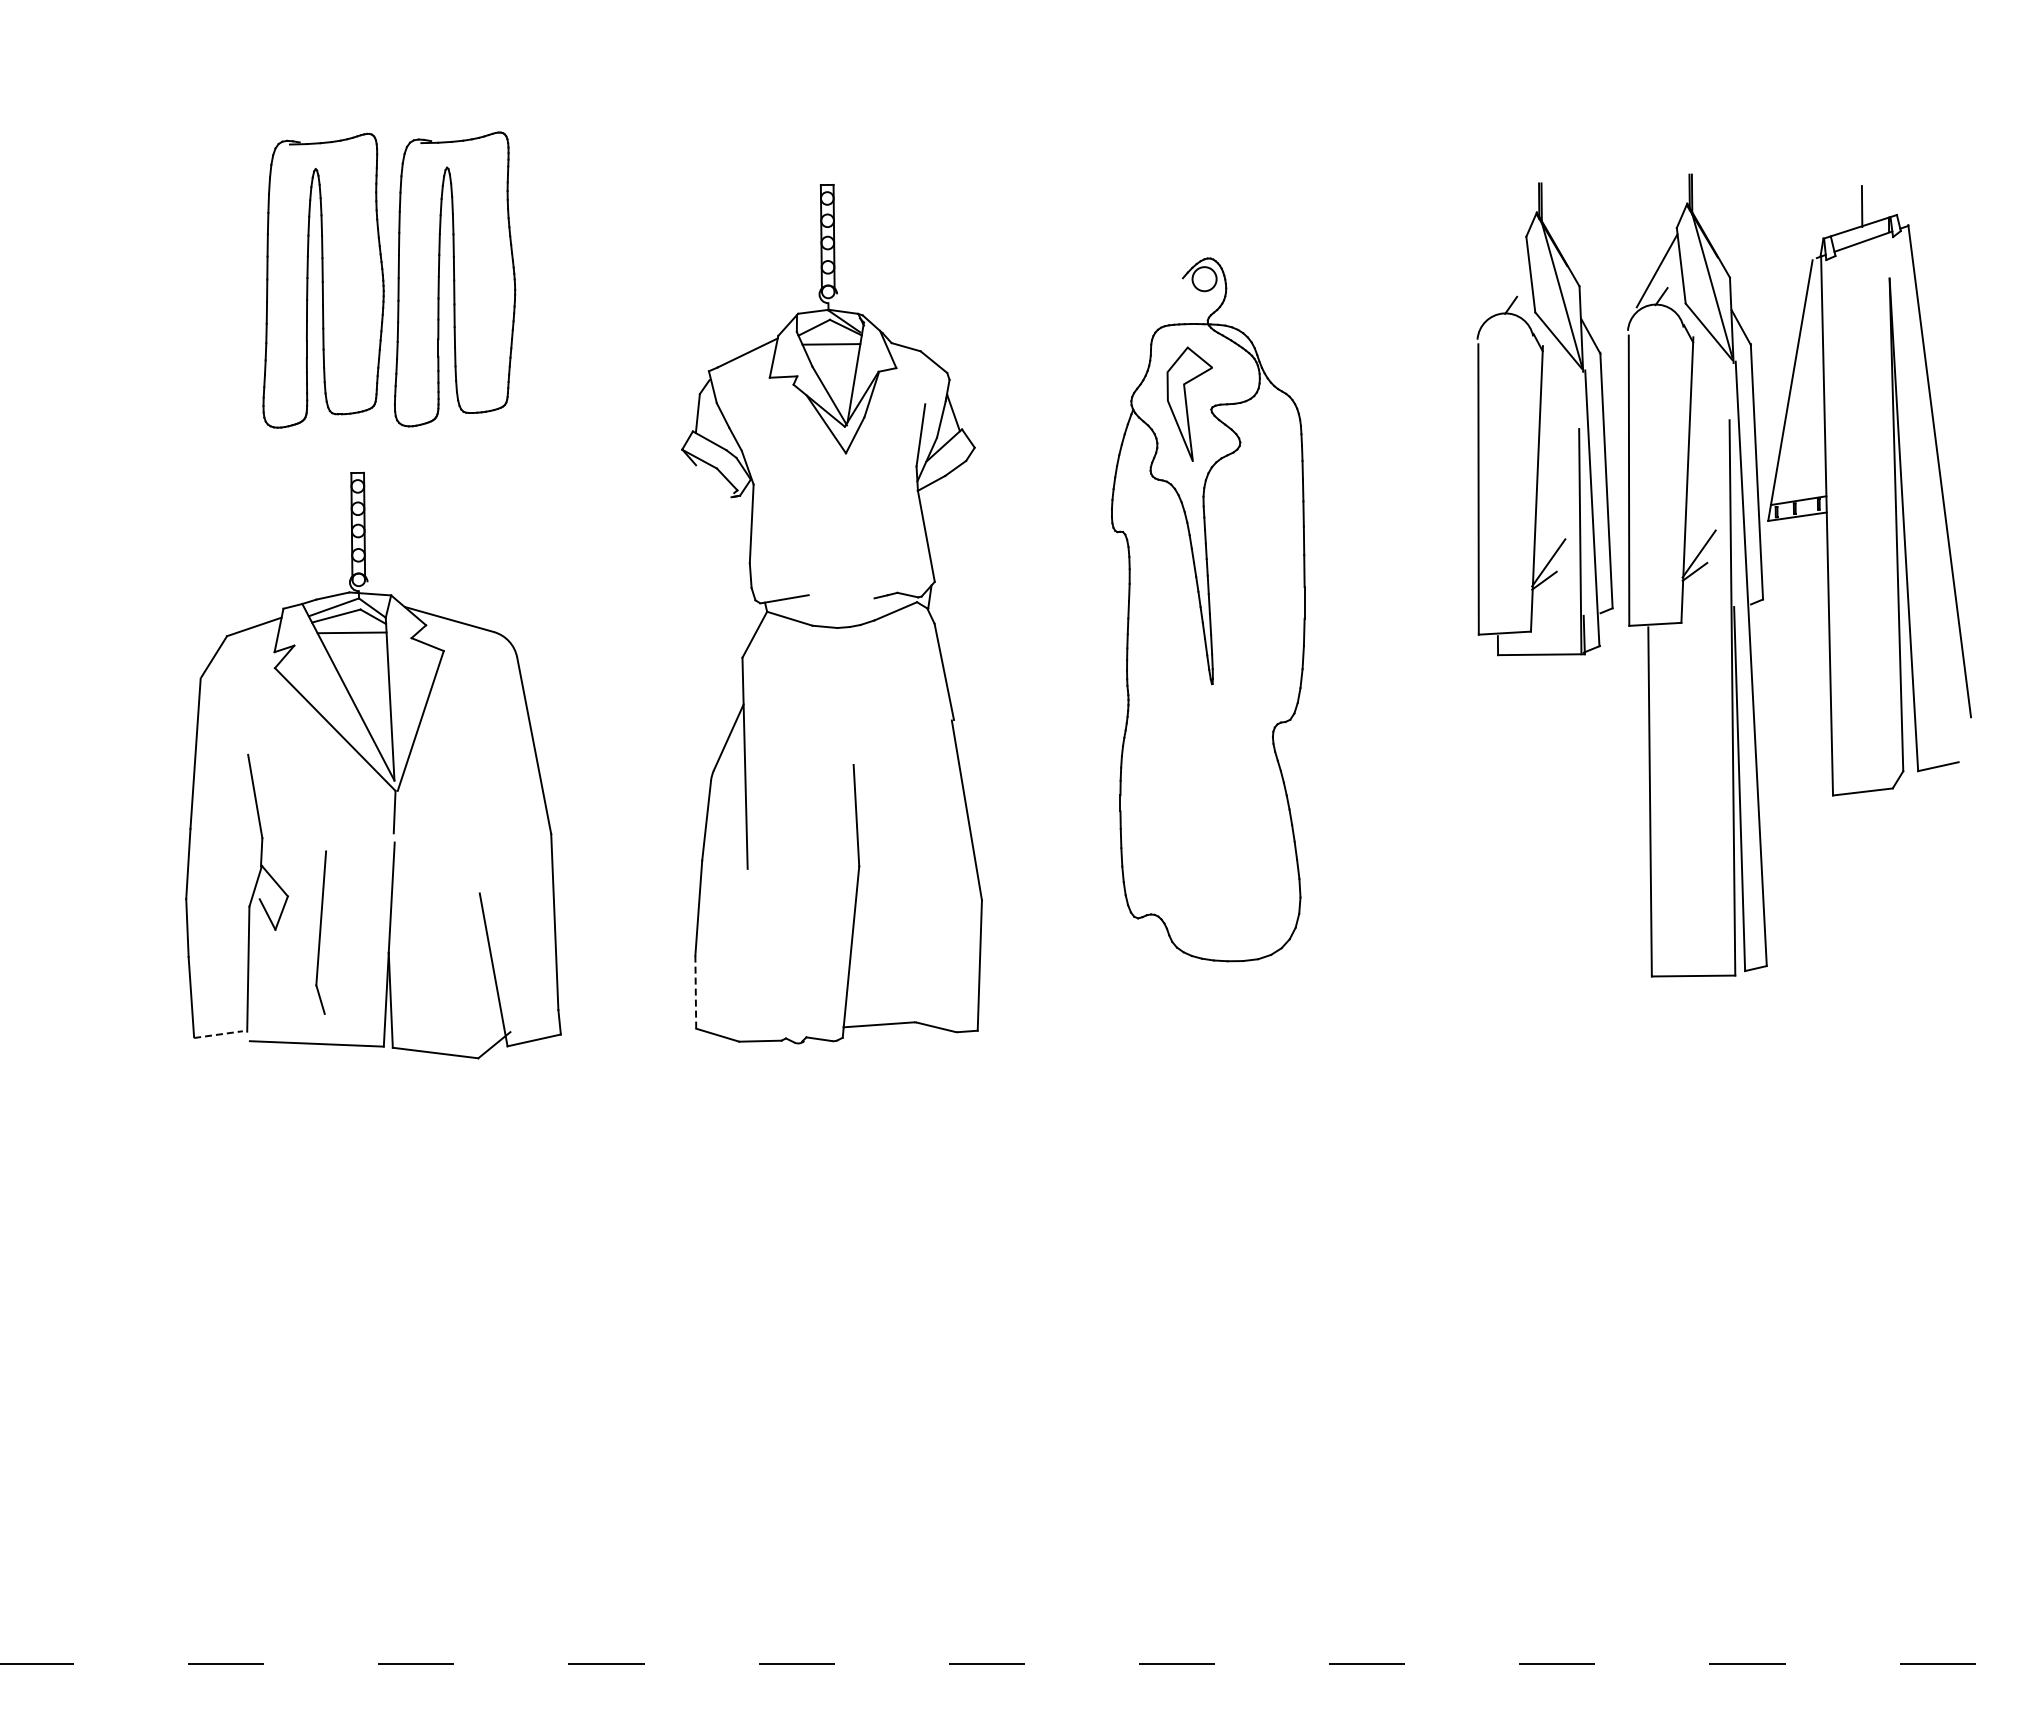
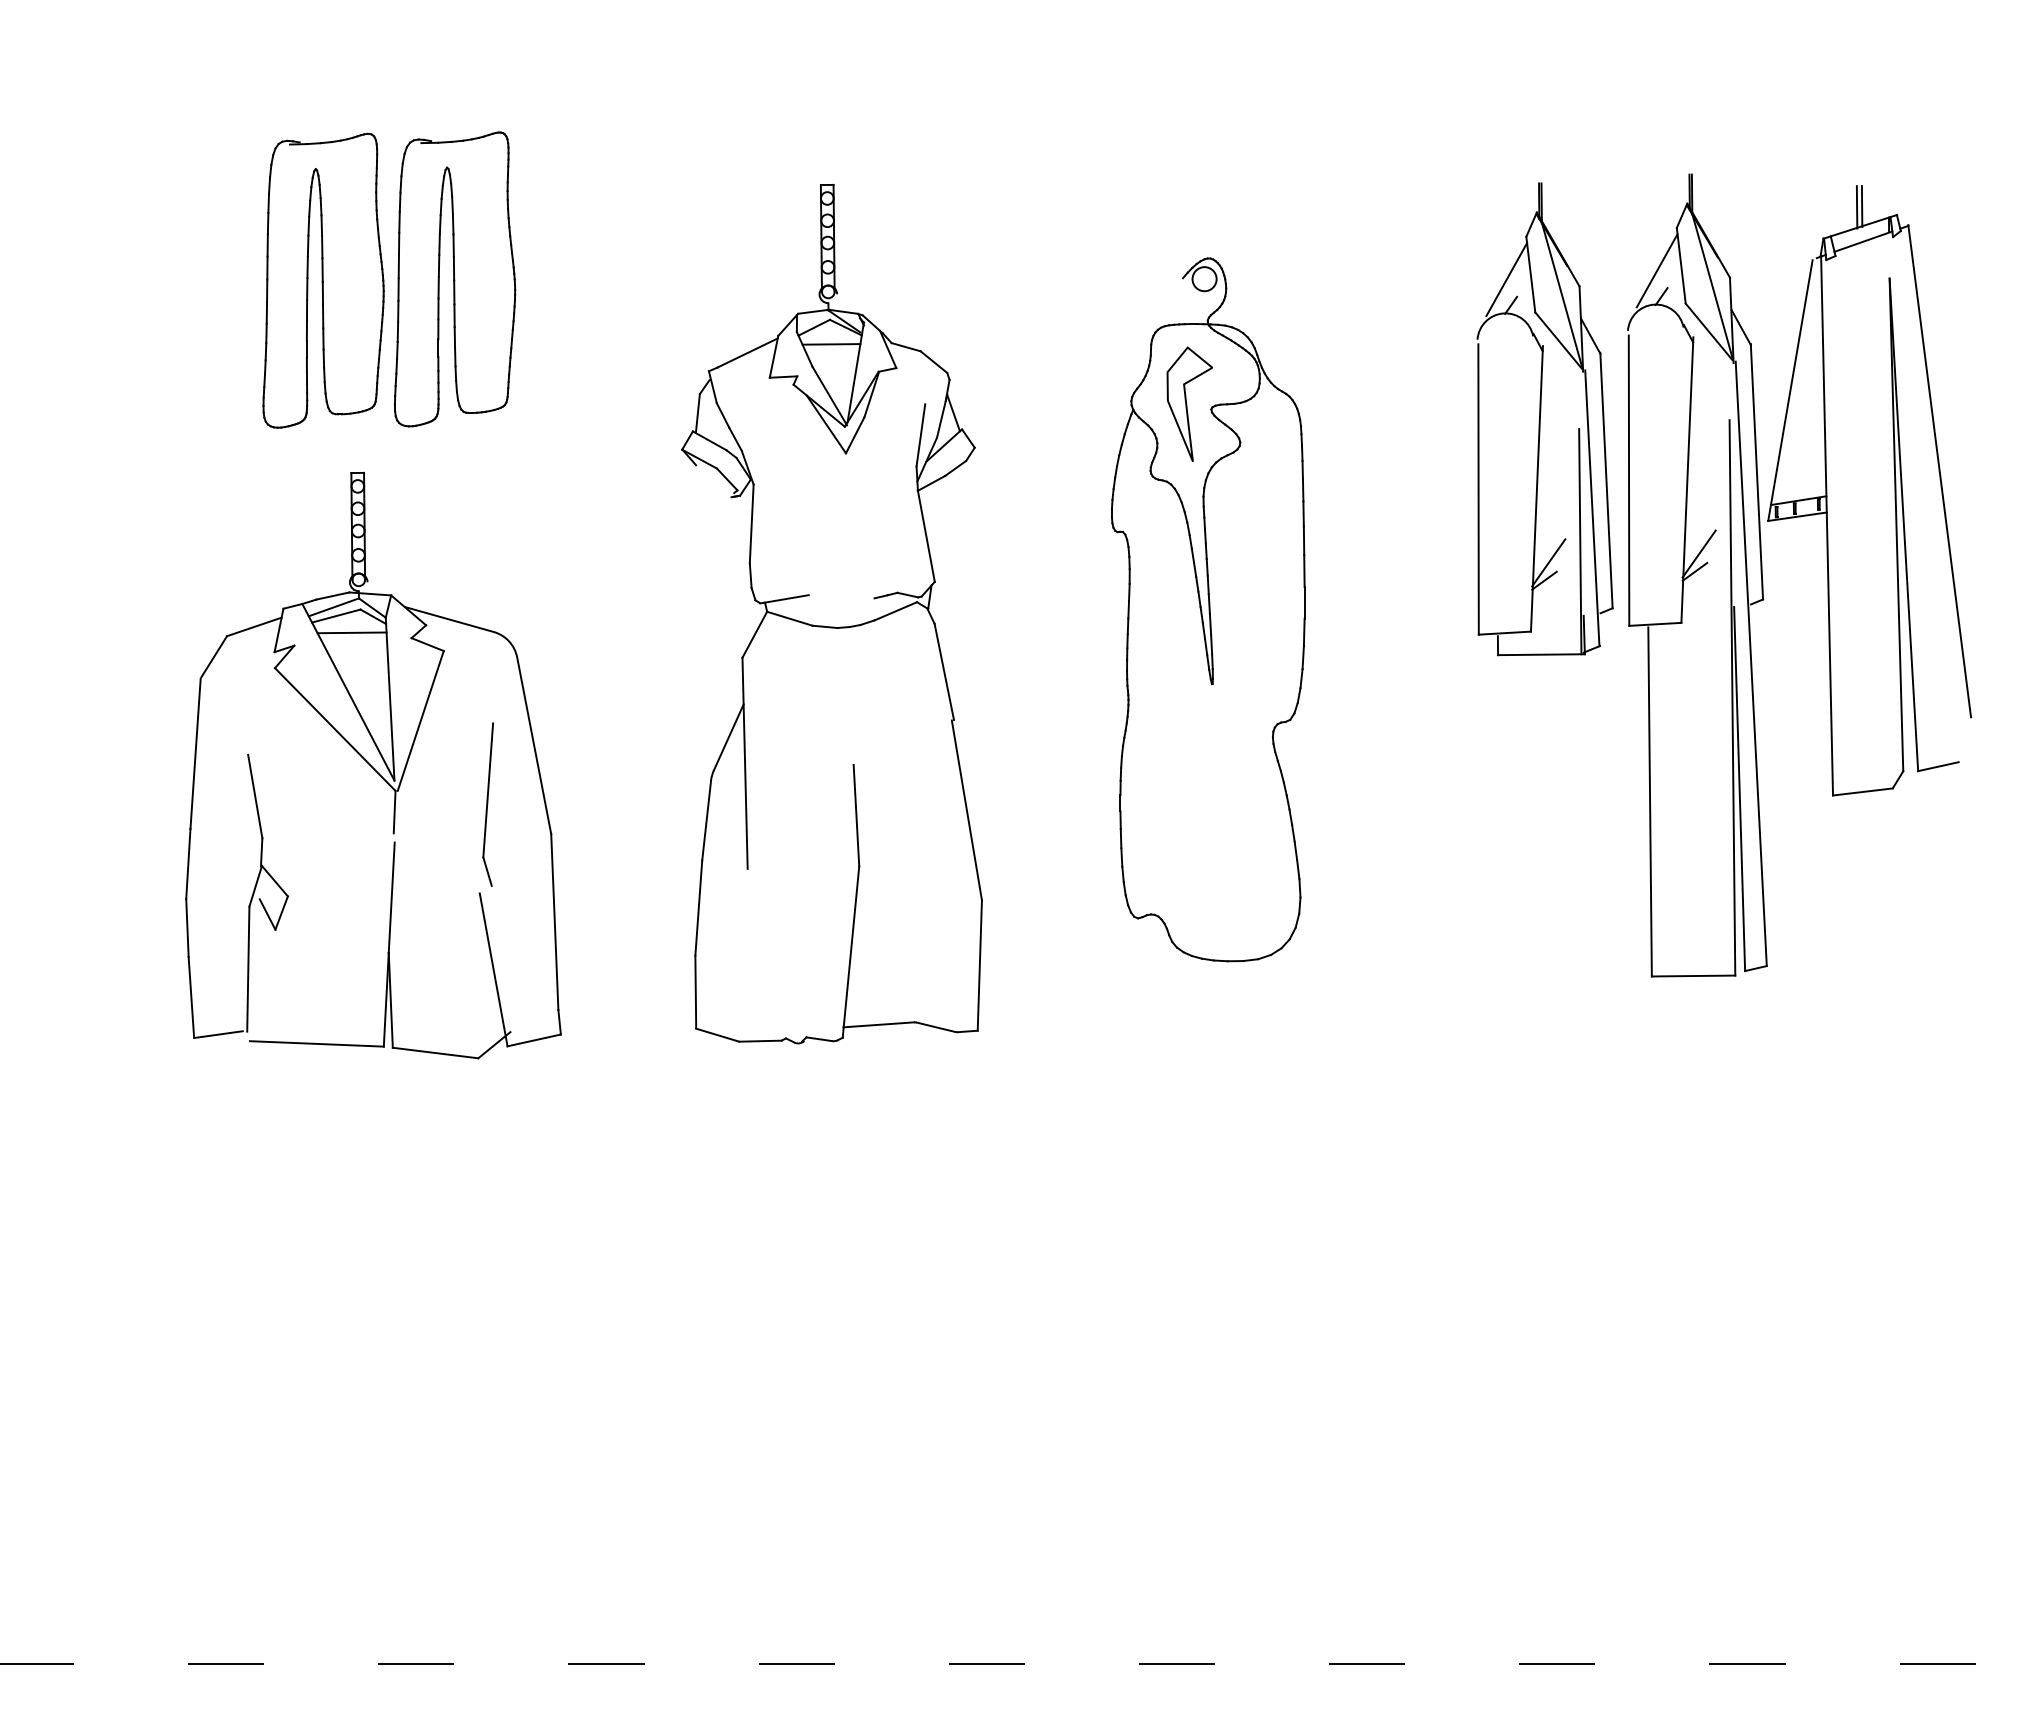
line at (1856, 207): none -> present
line at (1506, 279): none -> present
part at (320, 932) position: (320, 932) -> (487, 804)
line at (695, 992): dashed -> solid
line at (218, 1034): dashed -> solid
